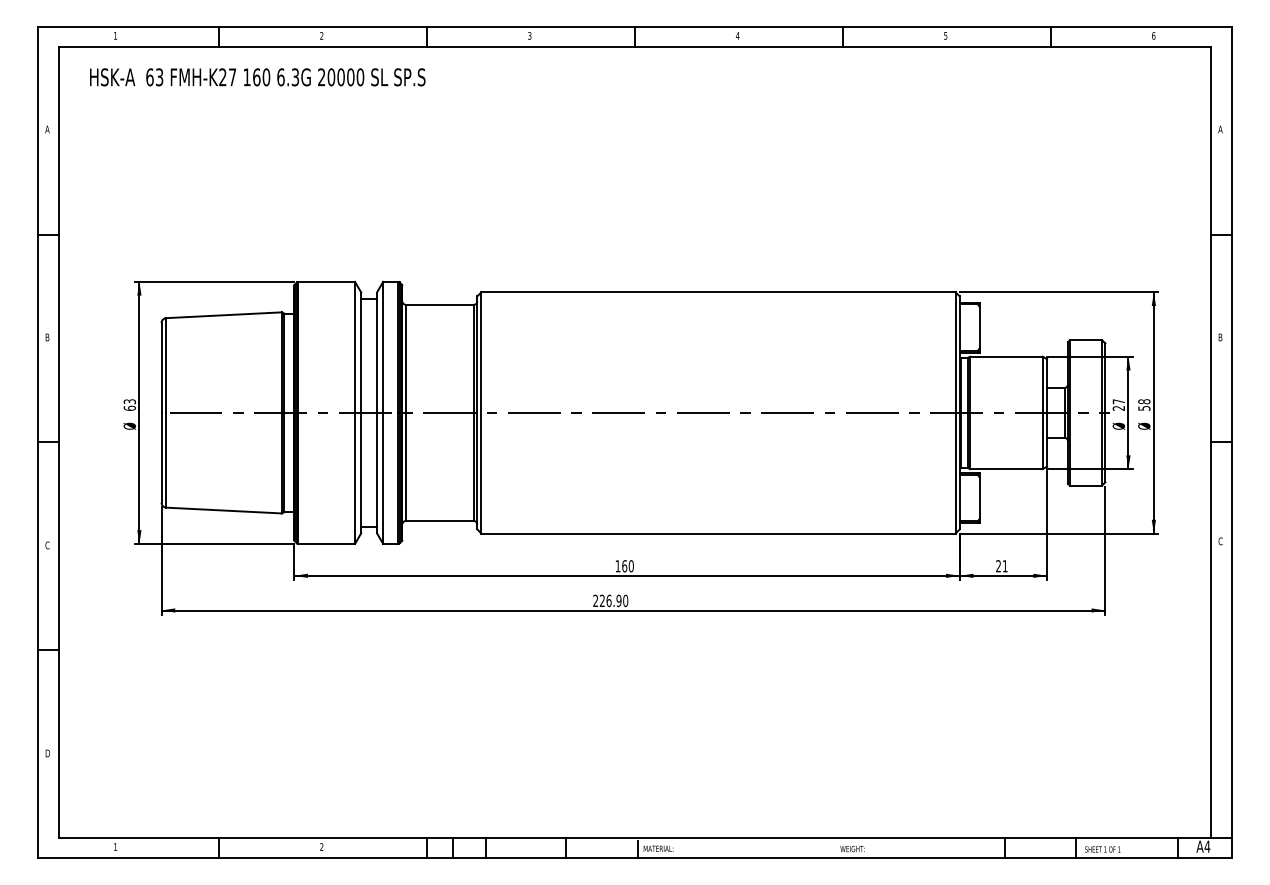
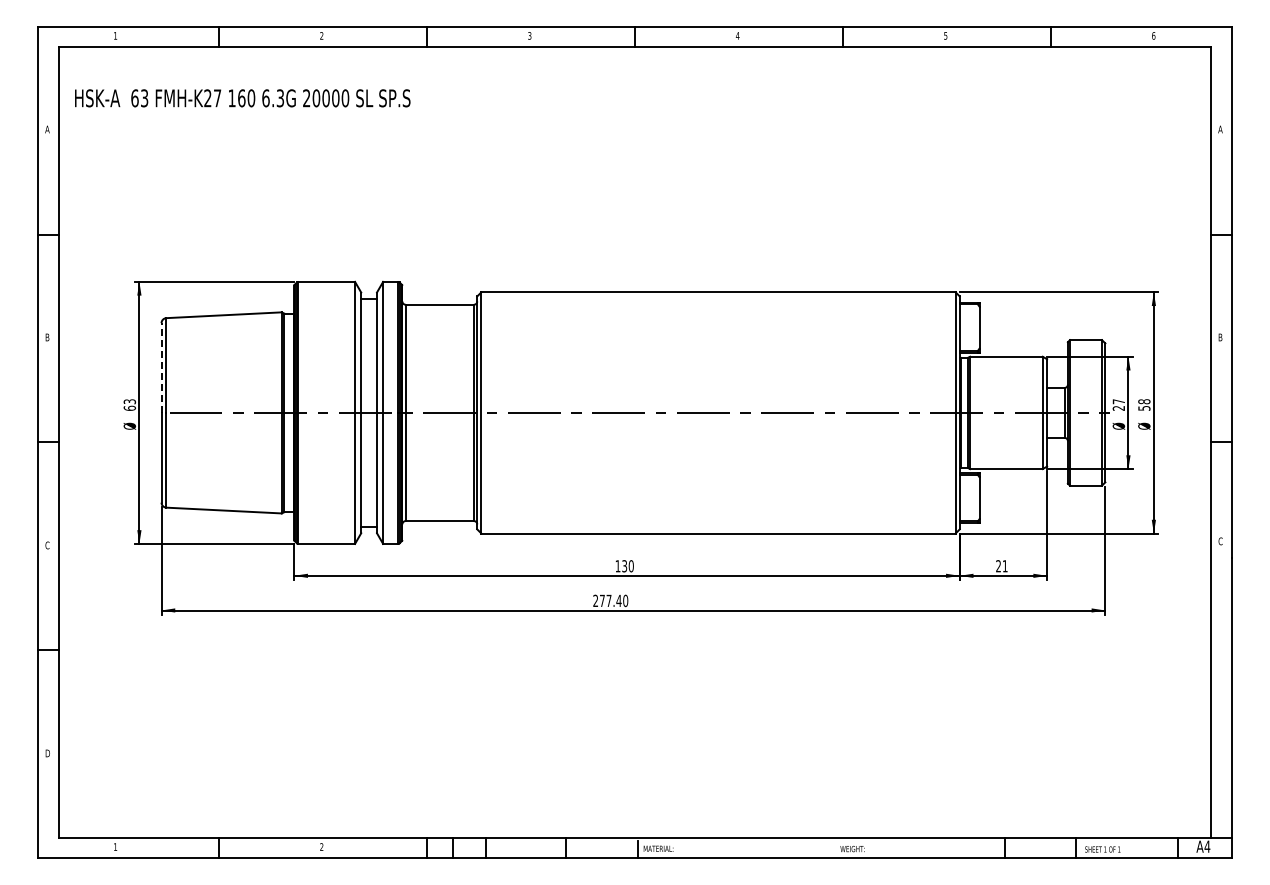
text at (257, 77) position: (257, 77) -> (242, 98)
line at (161, 368): solid -> dashed
text at (624, 566): 160 -> 130
text at (610, 600): 226.90 -> 277.40
